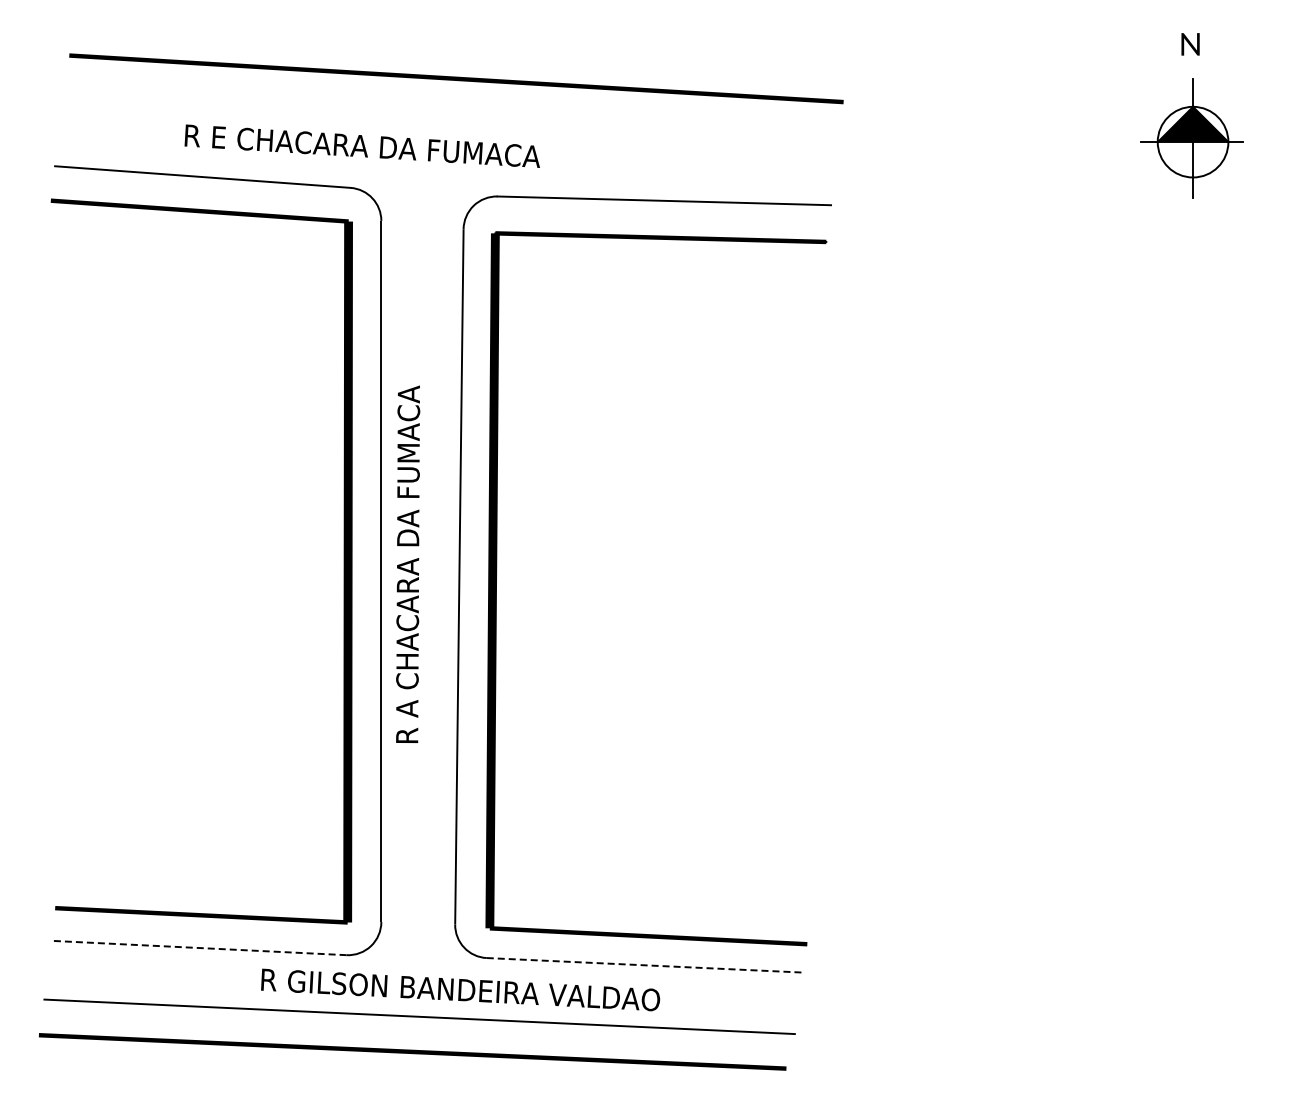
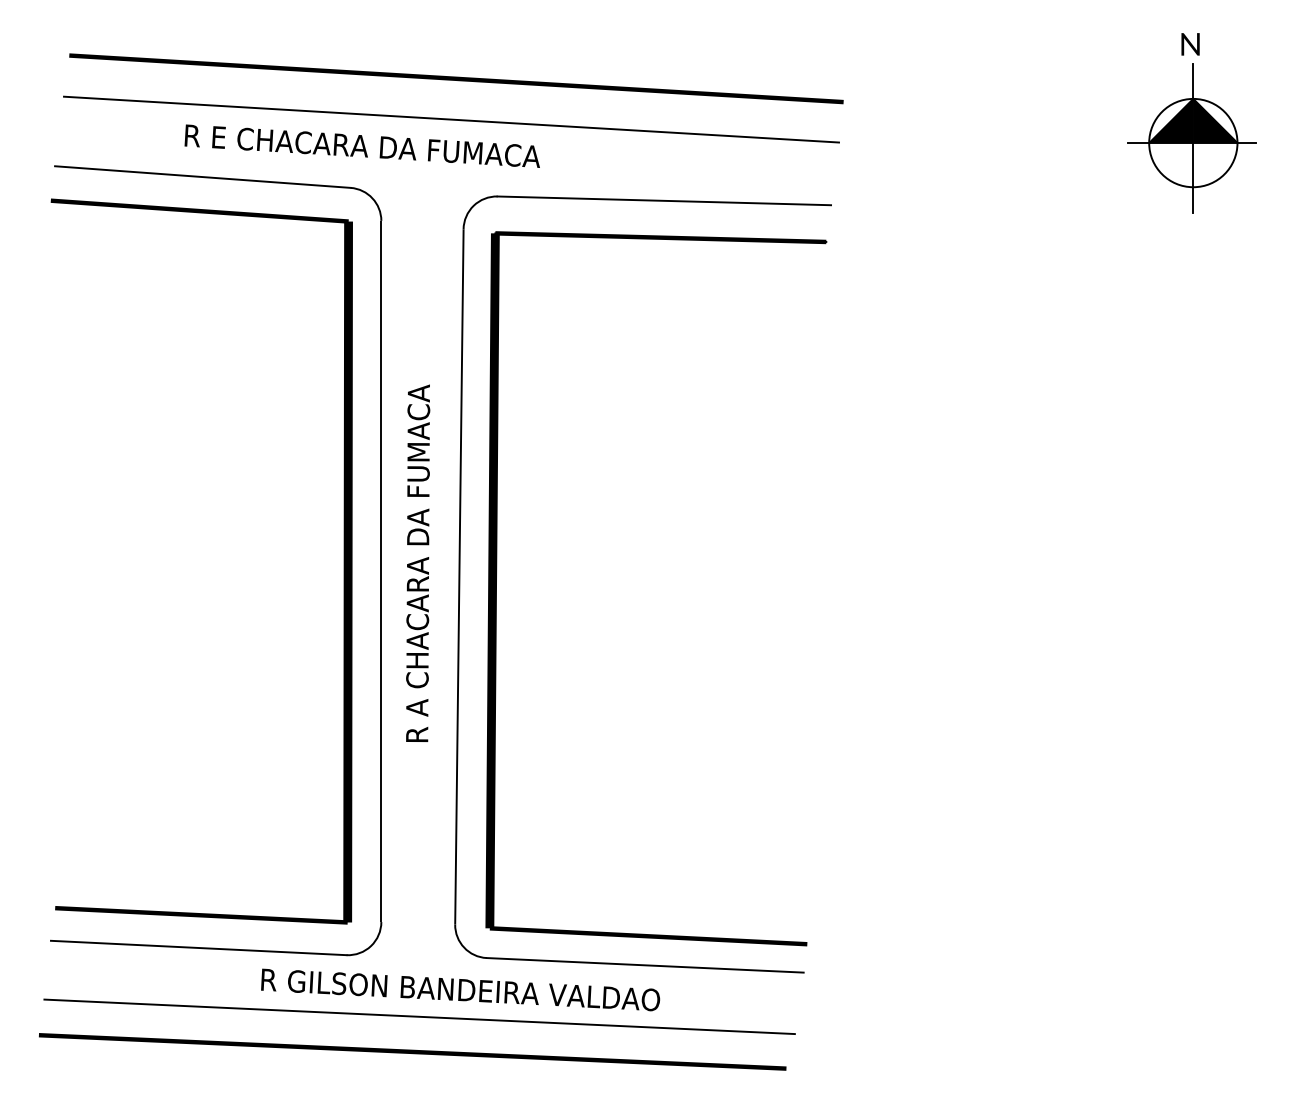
line at (451, 119): none -> present
part at (1191, 138) size: 104x121 px -> 130x151 px
text at (408, 563) position: (408, 563) -> (418, 562)
line at (198, 947): dashed -> solid
line at (645, 965): dashed -> solid
